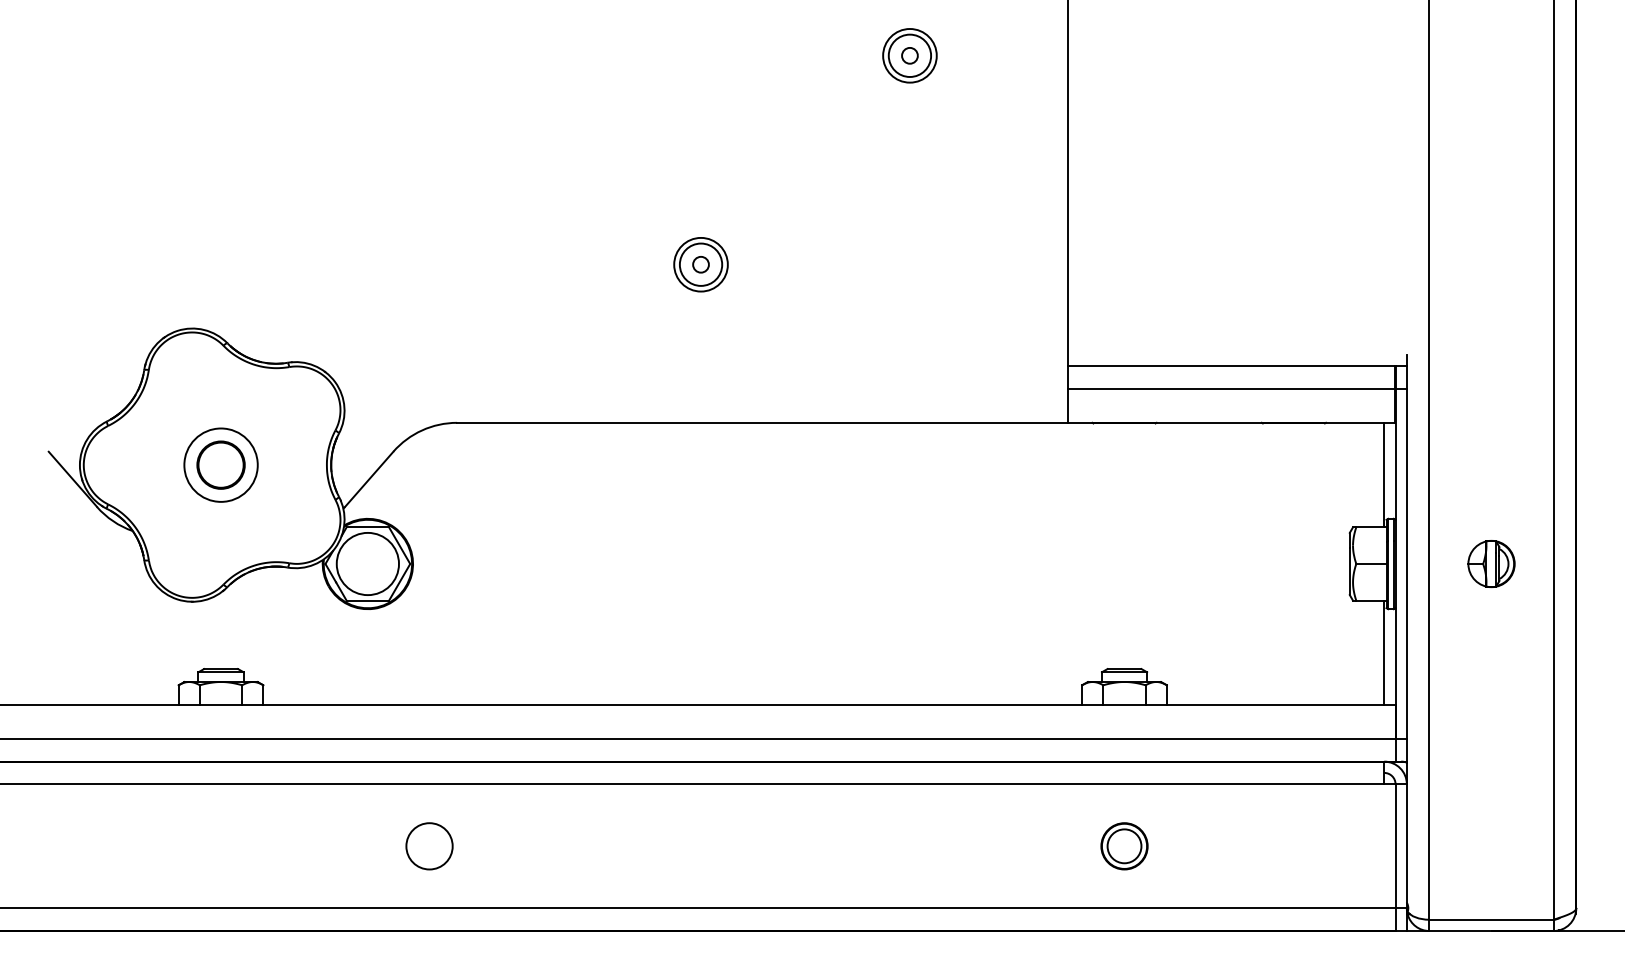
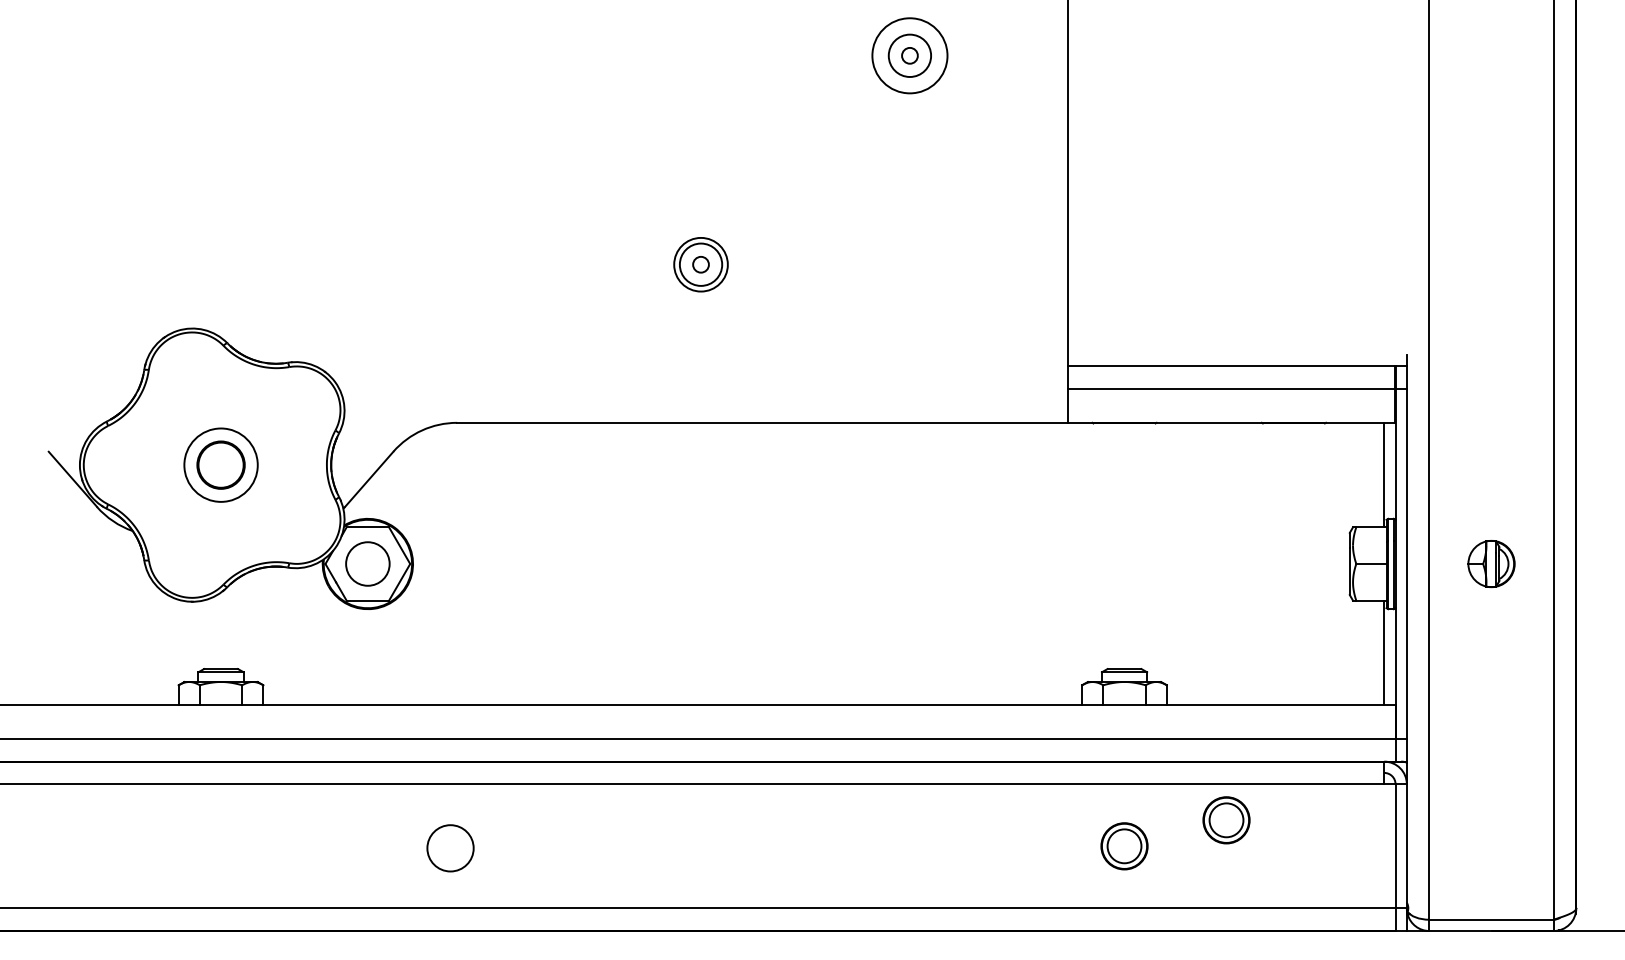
circle at (909, 55) diameter: 54 px -> 75 px
circle at (367, 563) diameter: 62 px -> 44 px
part at (1226, 820): none -> present
circle at (429, 846) position: (429, 846) -> (450, 848)
